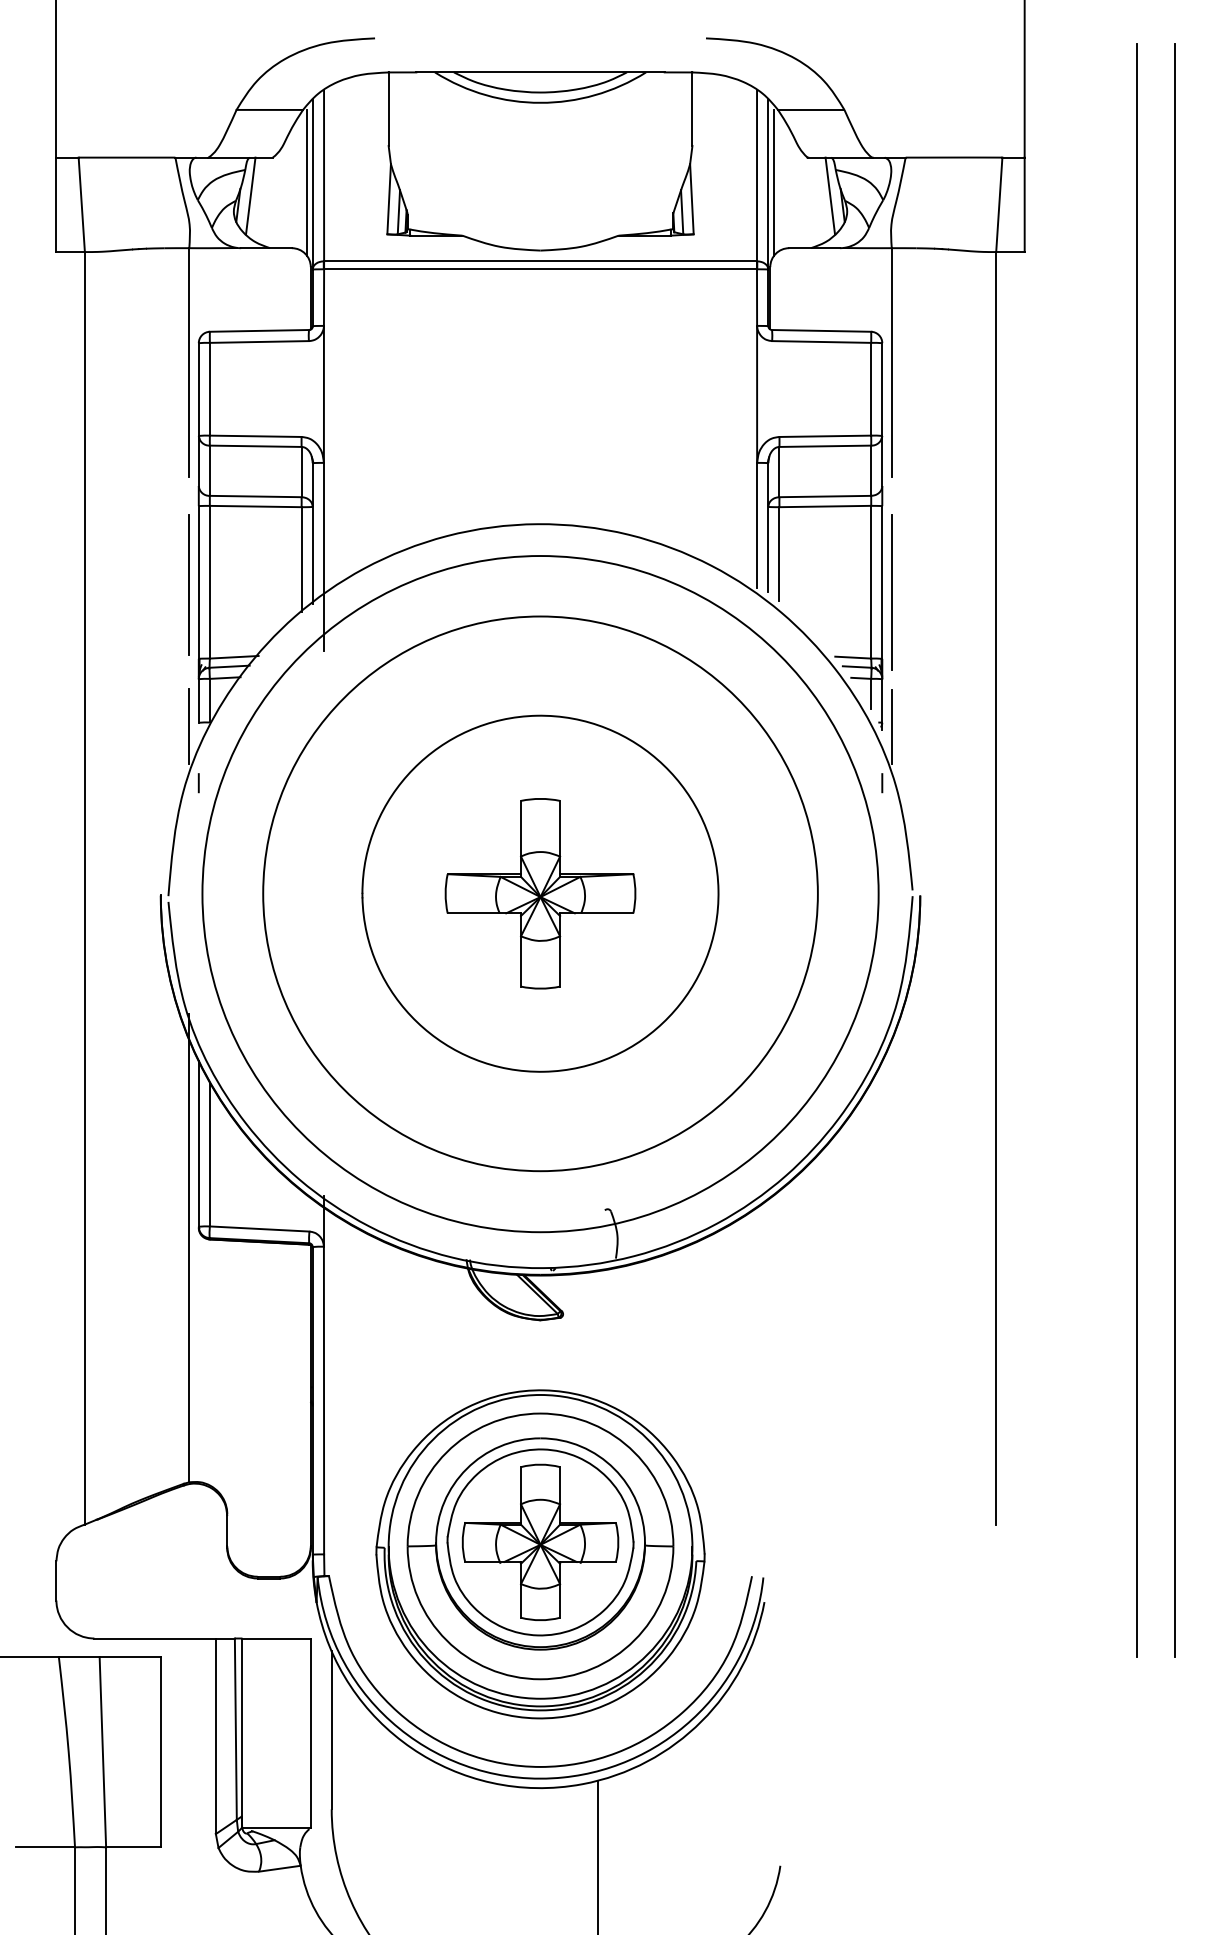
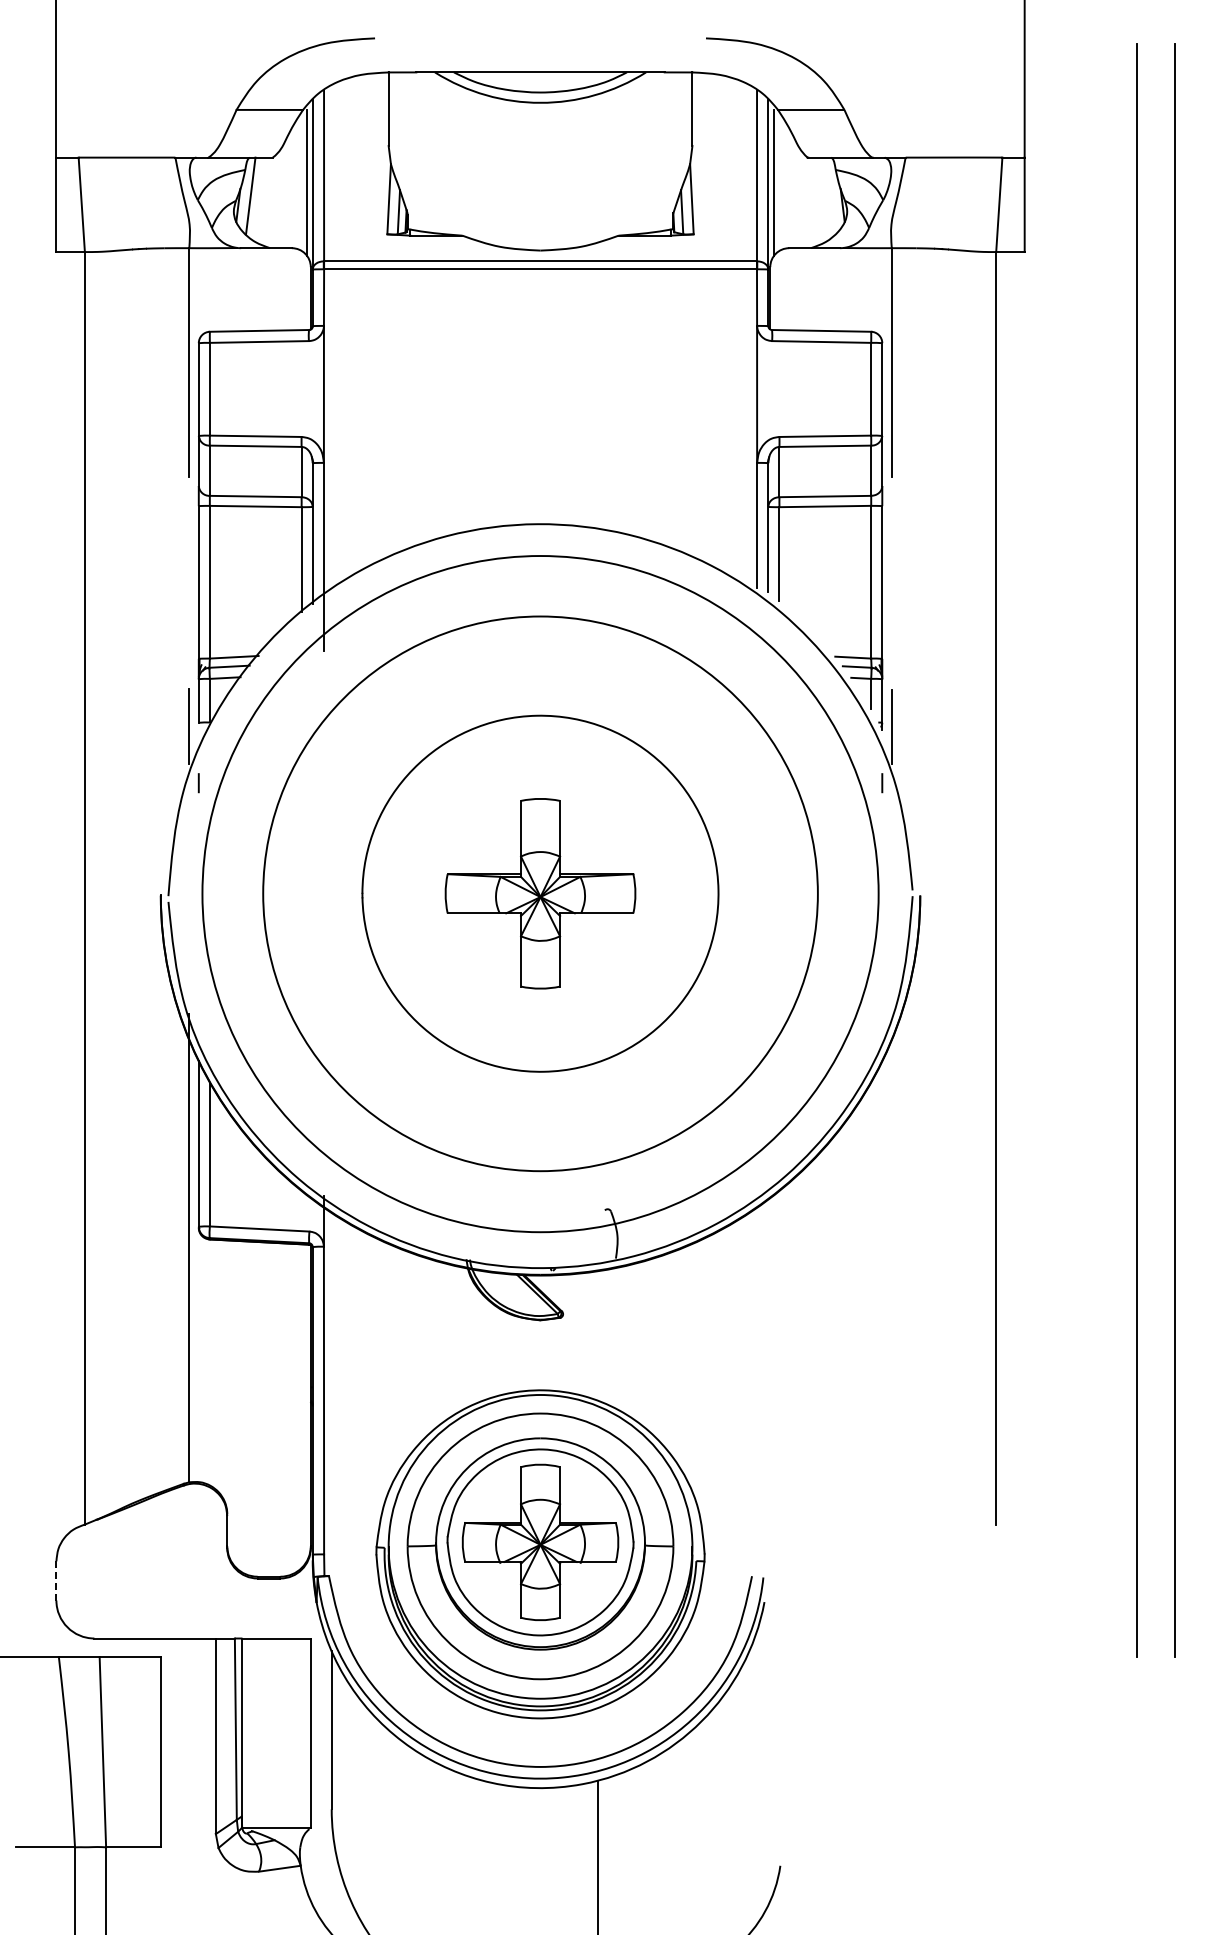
line at (830, 195): present -> none
line at (188, 584): present -> none
line at (891, 592): present -> none
line at (56, 1580): solid -> dashed
